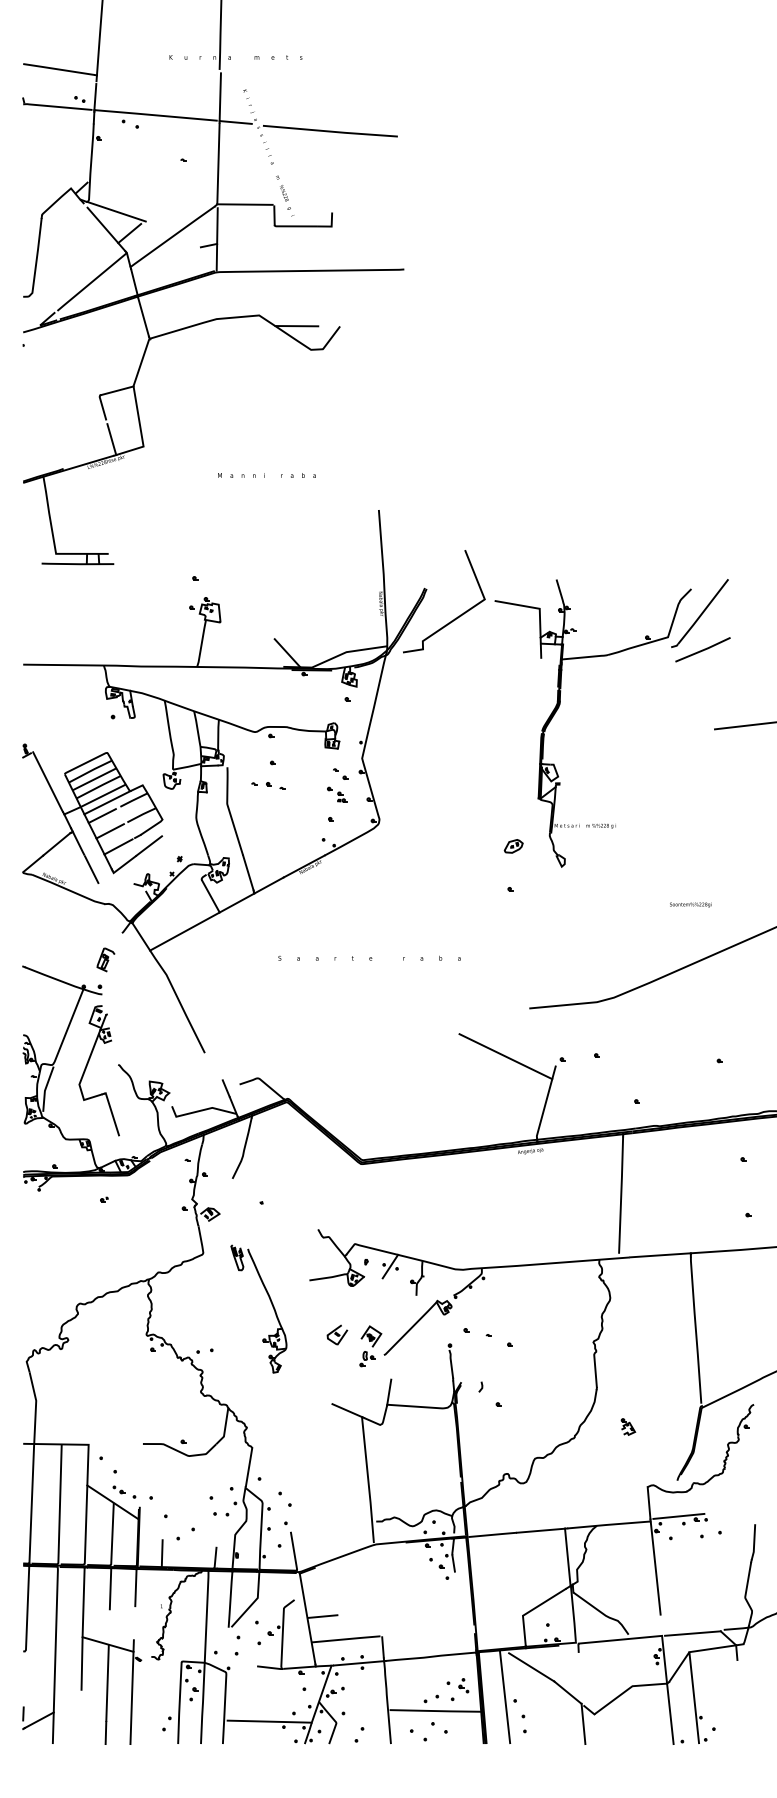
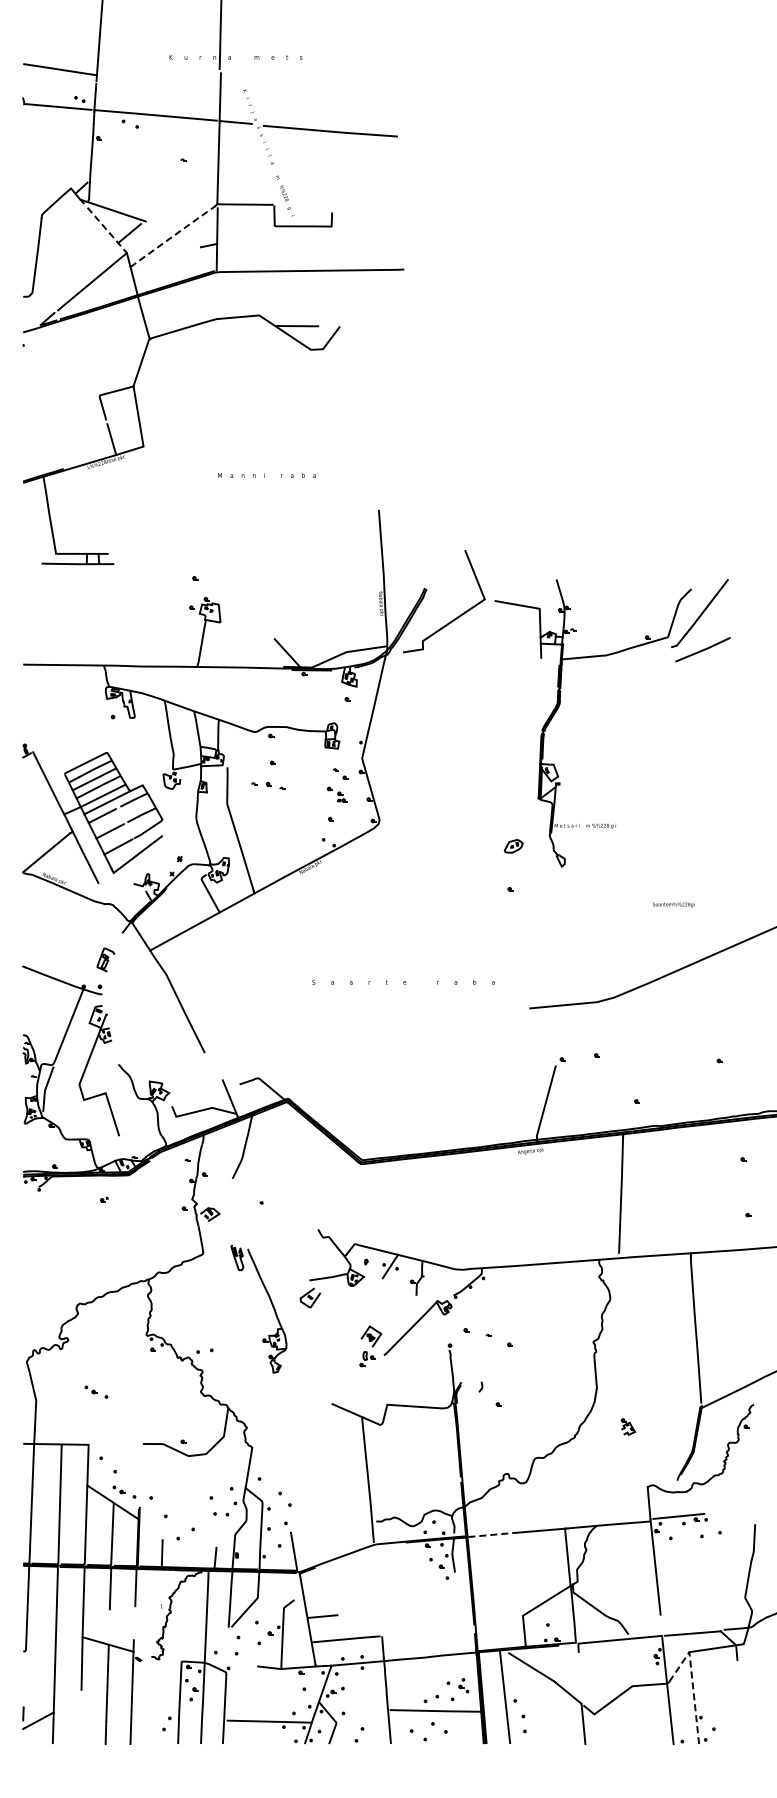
line at (106, 229): solid -> dashed
line at (172, 236): solid -> dashed
line at (743, 725): present -> none
text at (690, 904) position: (690, 904) -> (673, 904)
text at (369, 957) position: (369, 957) -> (403, 981)
line at (505, 1056): present -> none
part at (337, 1334) position: (337, 1334) -> (310, 1297)
part at (96, 1391): none -> present
line at (389, 1392): present -> none
line at (493, 1534): solid -> dashed
line at (692, 1678): solid -> dashed
